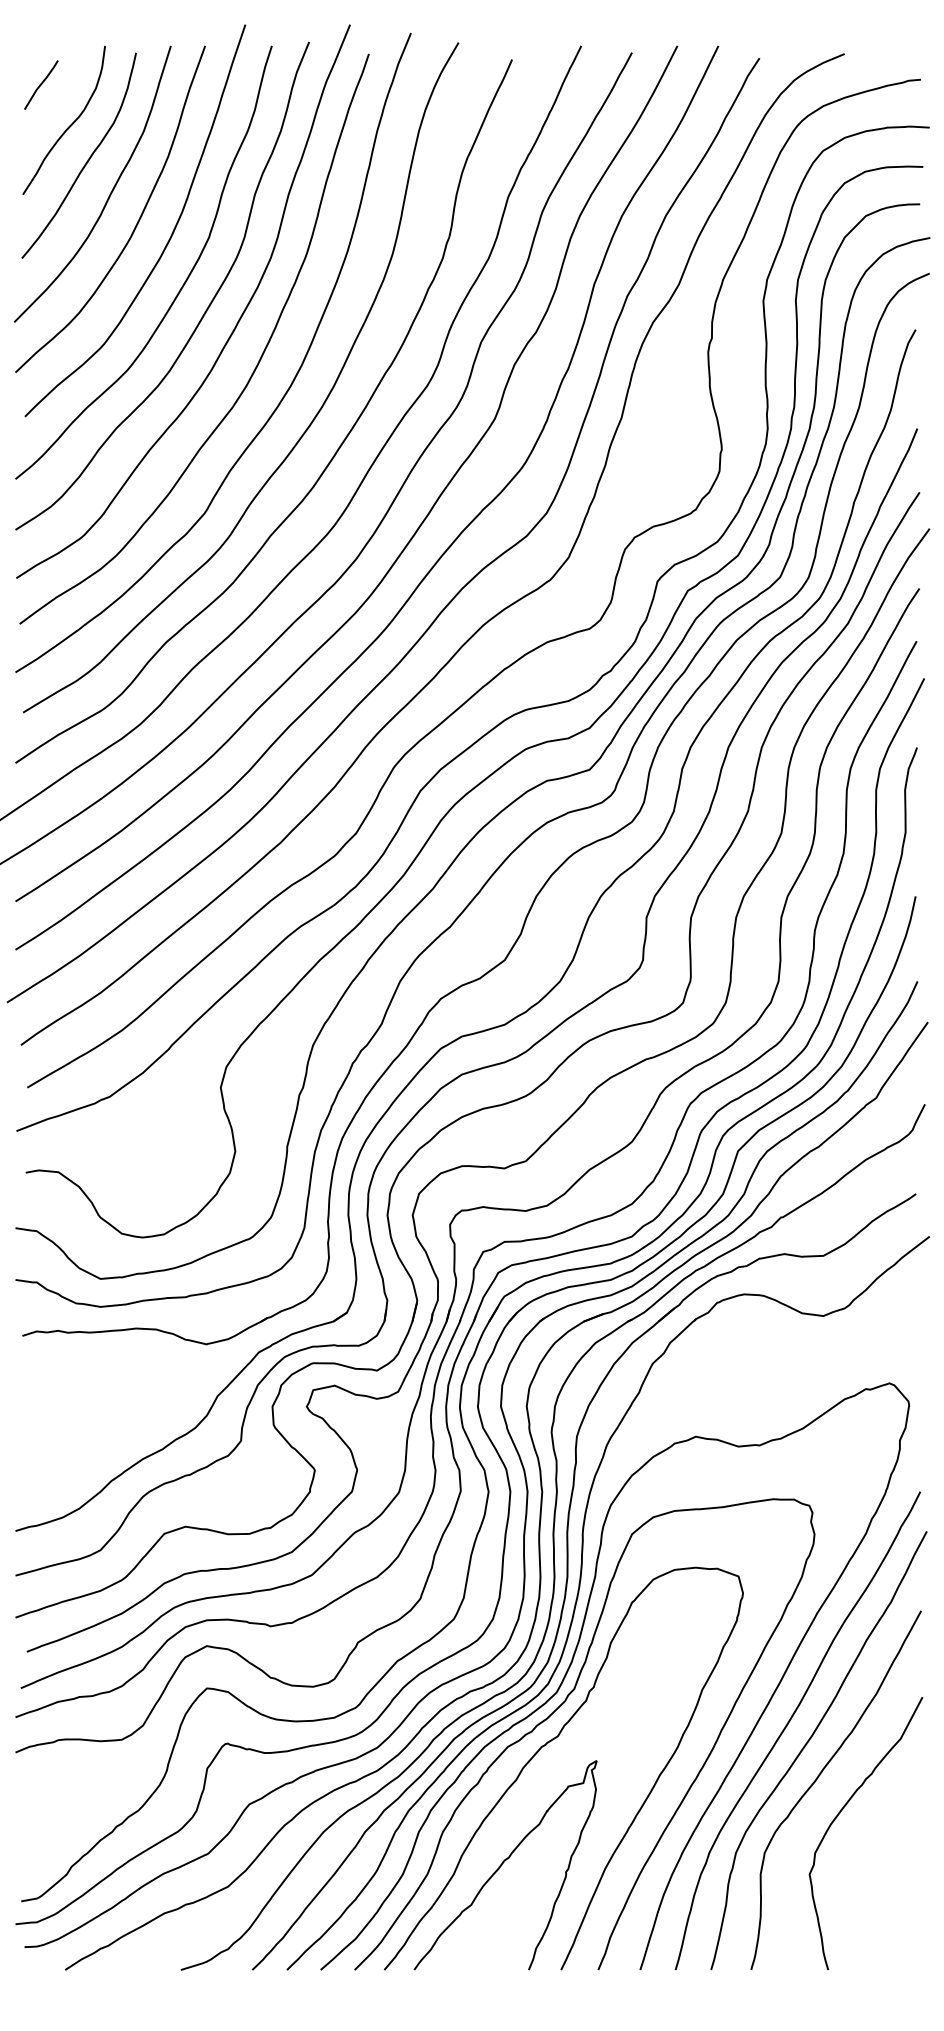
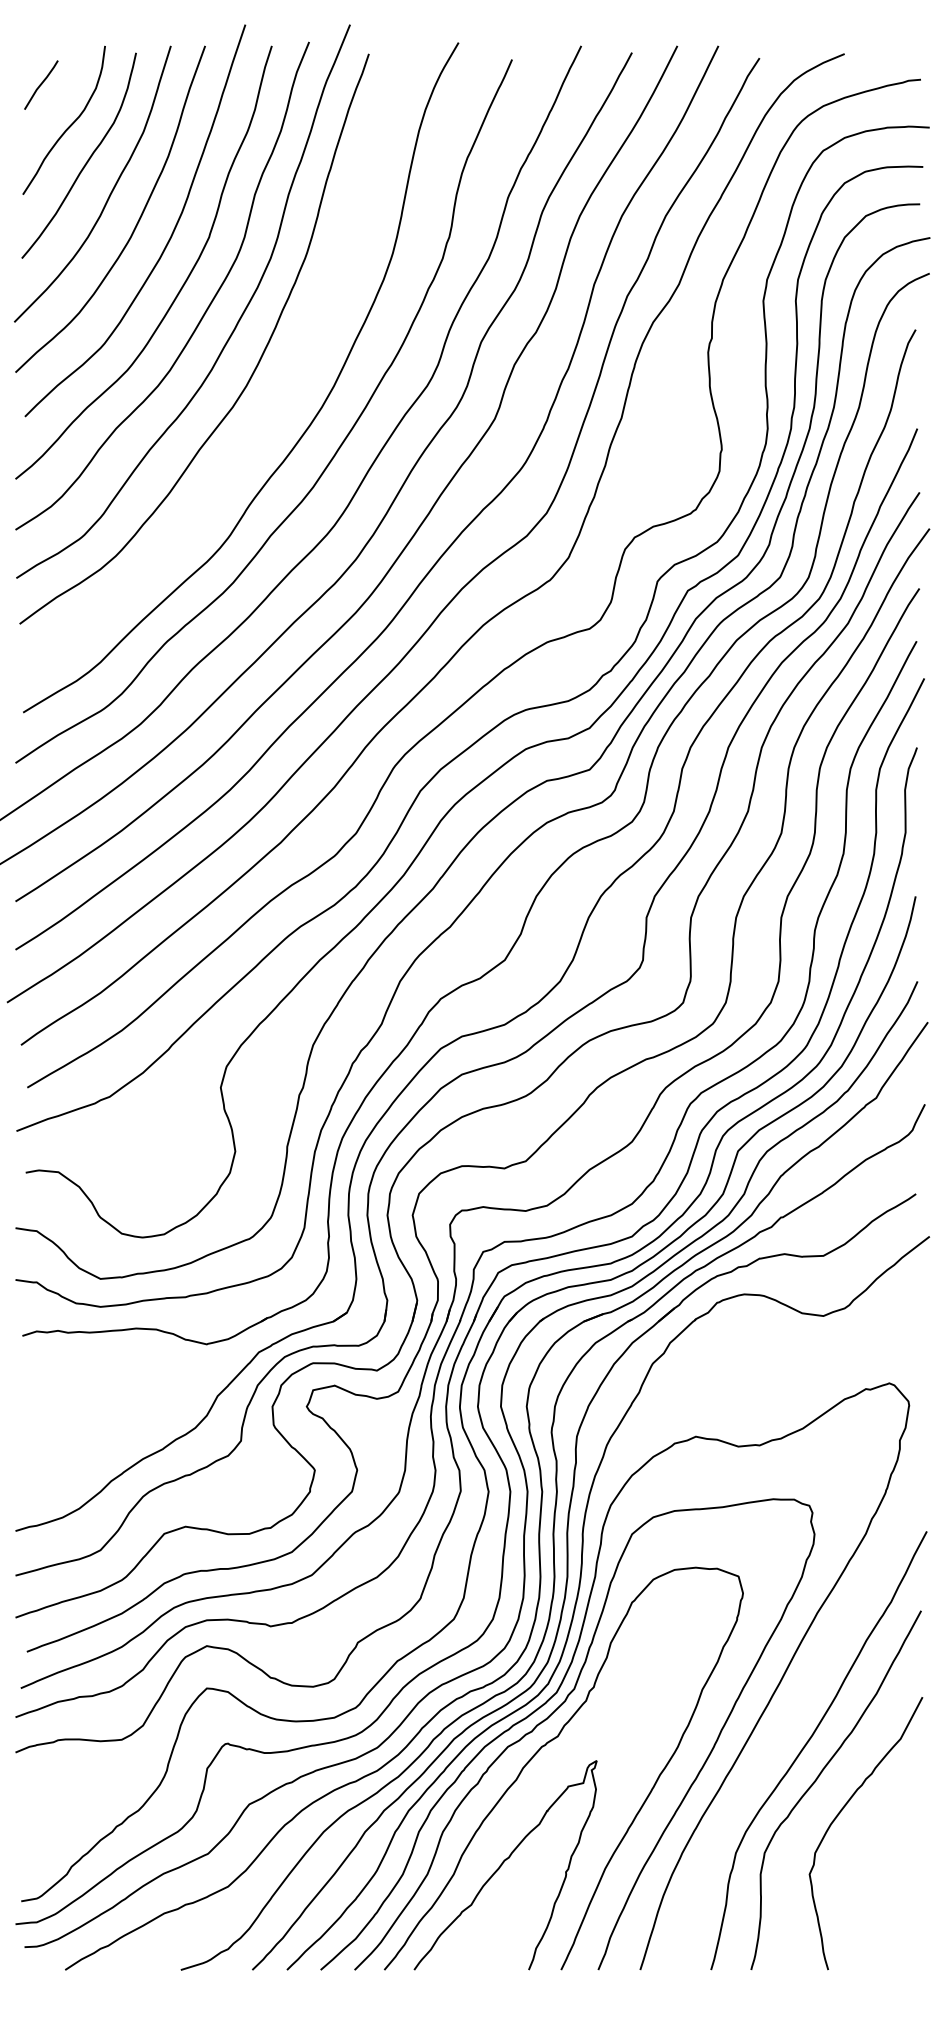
curve at (281, 398): present -> none
curve at (789, 1723): present -> none
